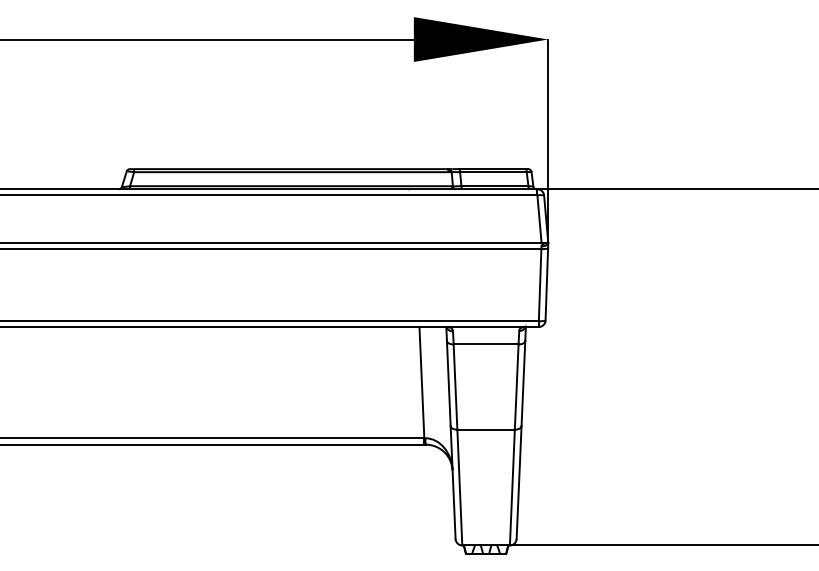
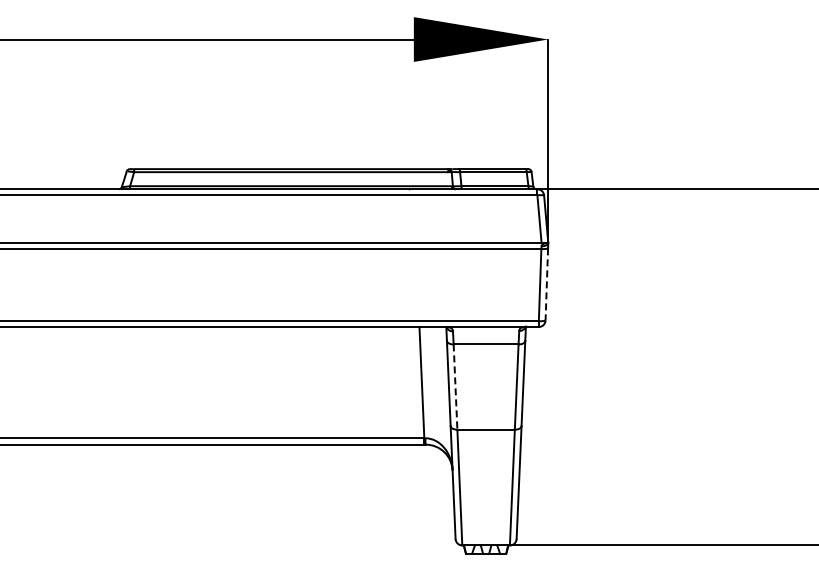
line at (546, 284): solid -> dashed
line at (455, 387): solid -> dashed
